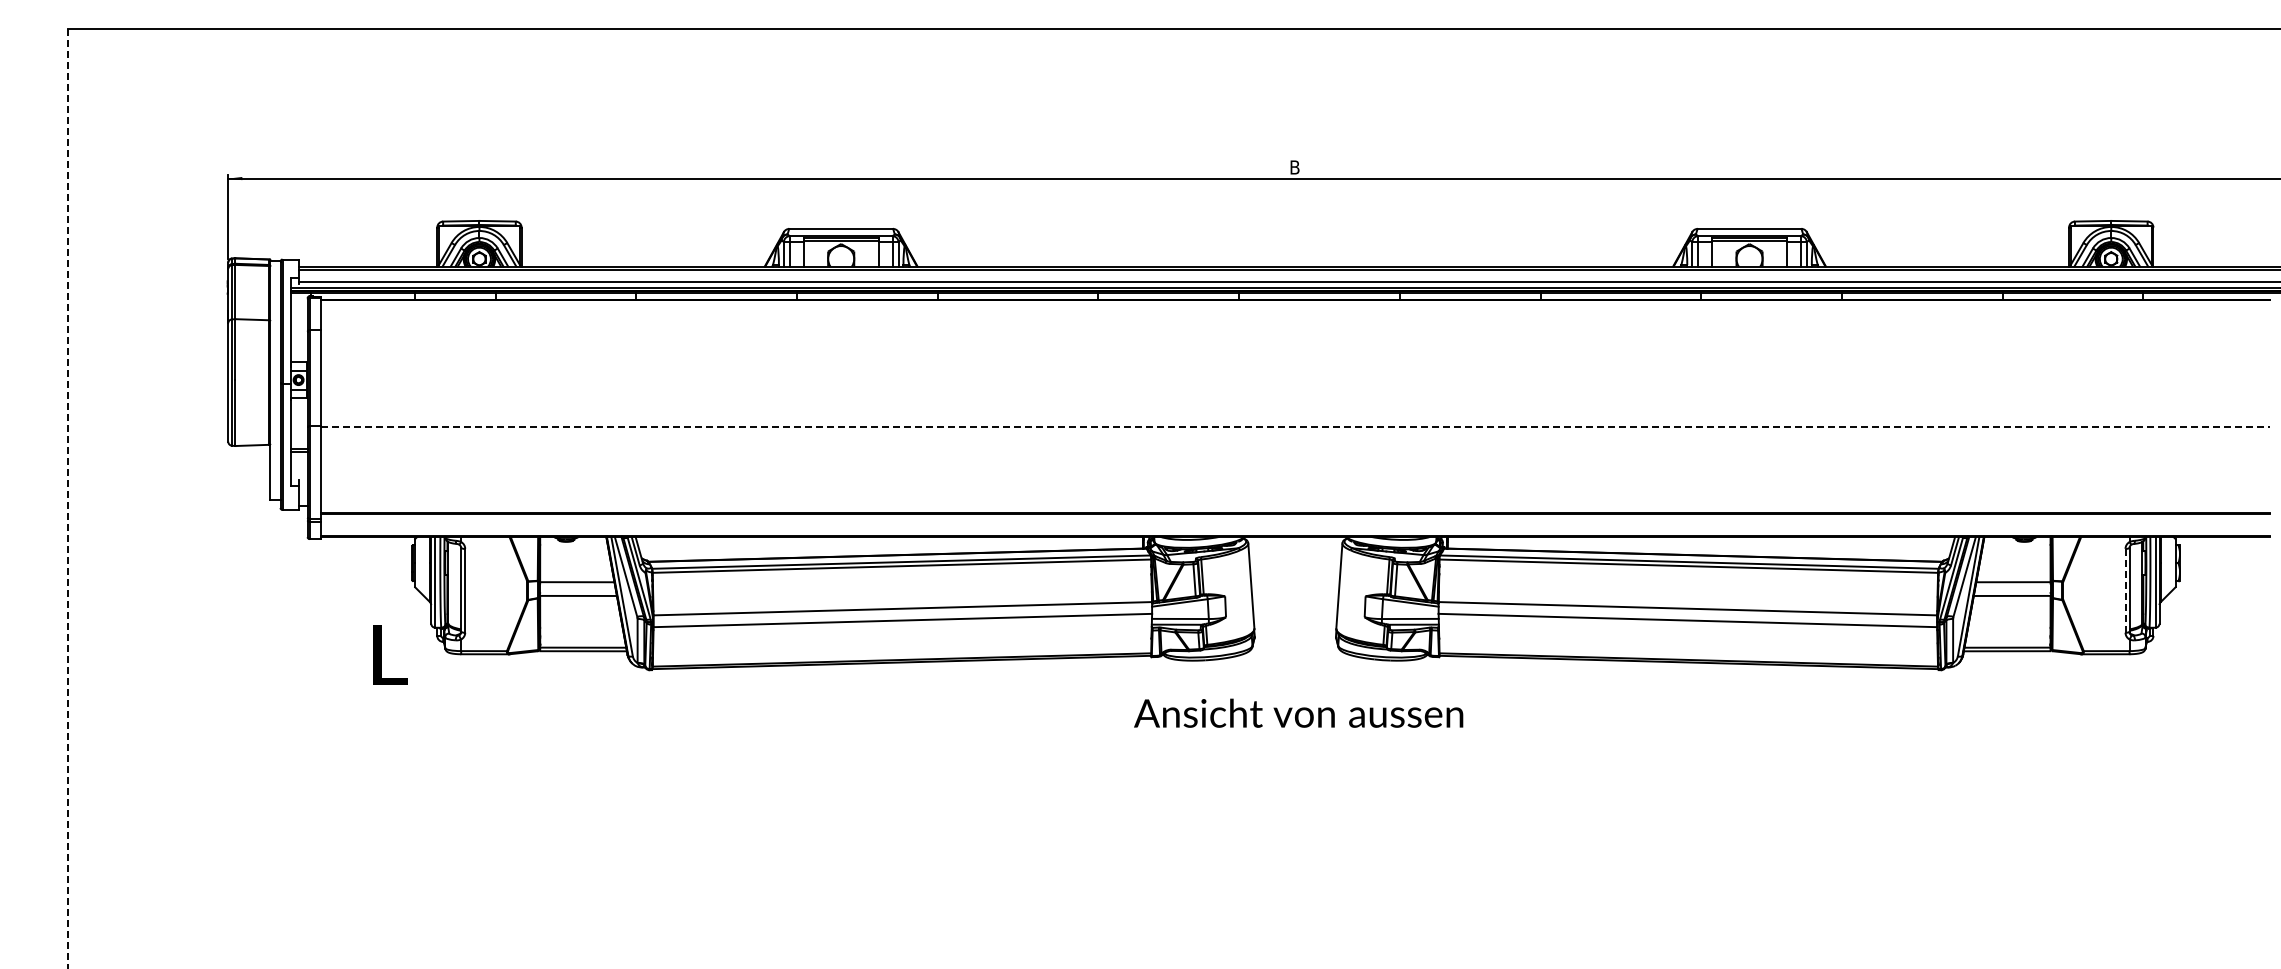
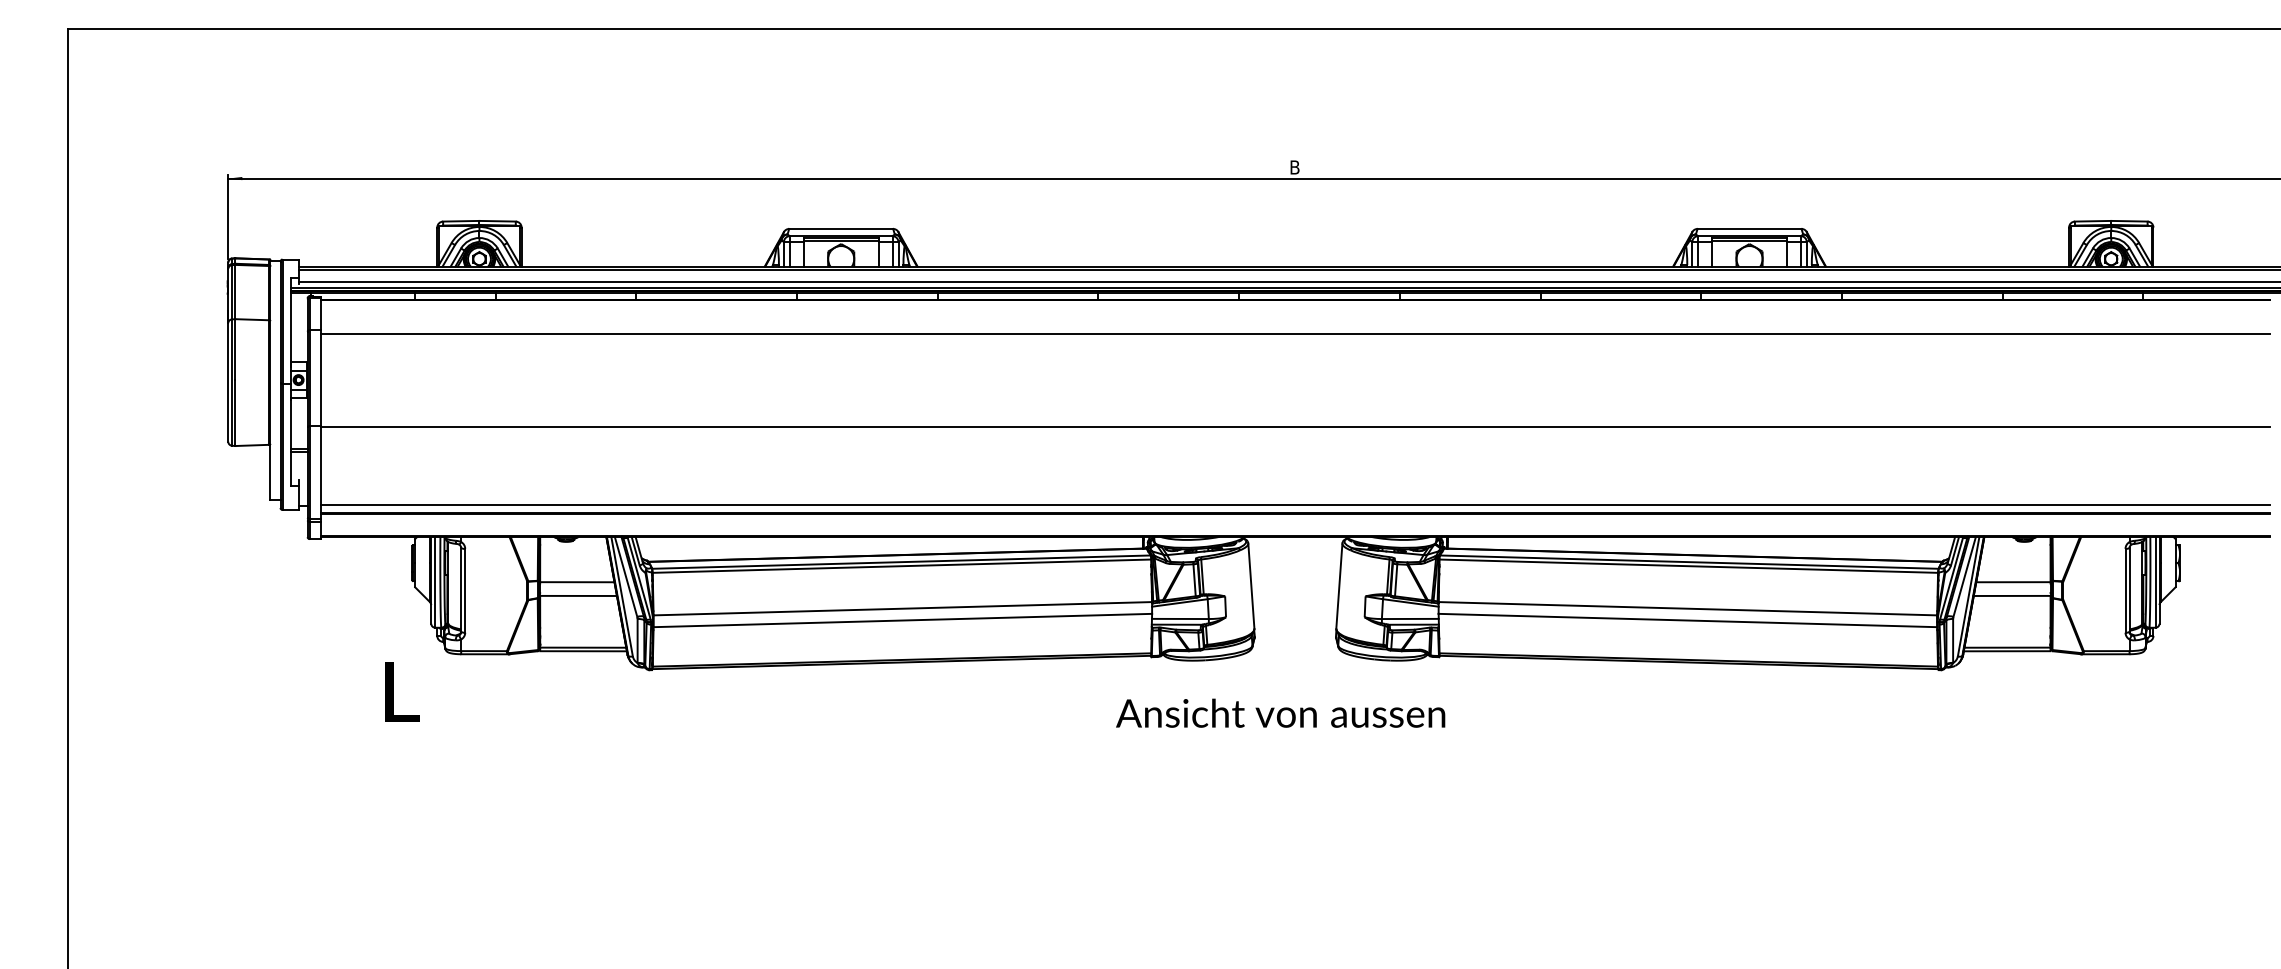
line at (1295, 333): none -> present
line at (1295, 427): dashed -> solid
line at (68, 498): dashed -> solid
line at (1295, 504): none -> present
line at (2125, 590): dashed -> solid
text at (390, 654) position: (390, 654) -> (402, 691)
text at (1298, 712) position: (1298, 712) -> (1280, 712)
